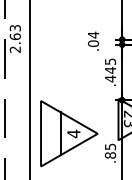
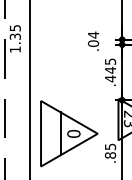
text at (14, 38): 2.63 -> 1.35
text at (73, 133): 4 -> 0
